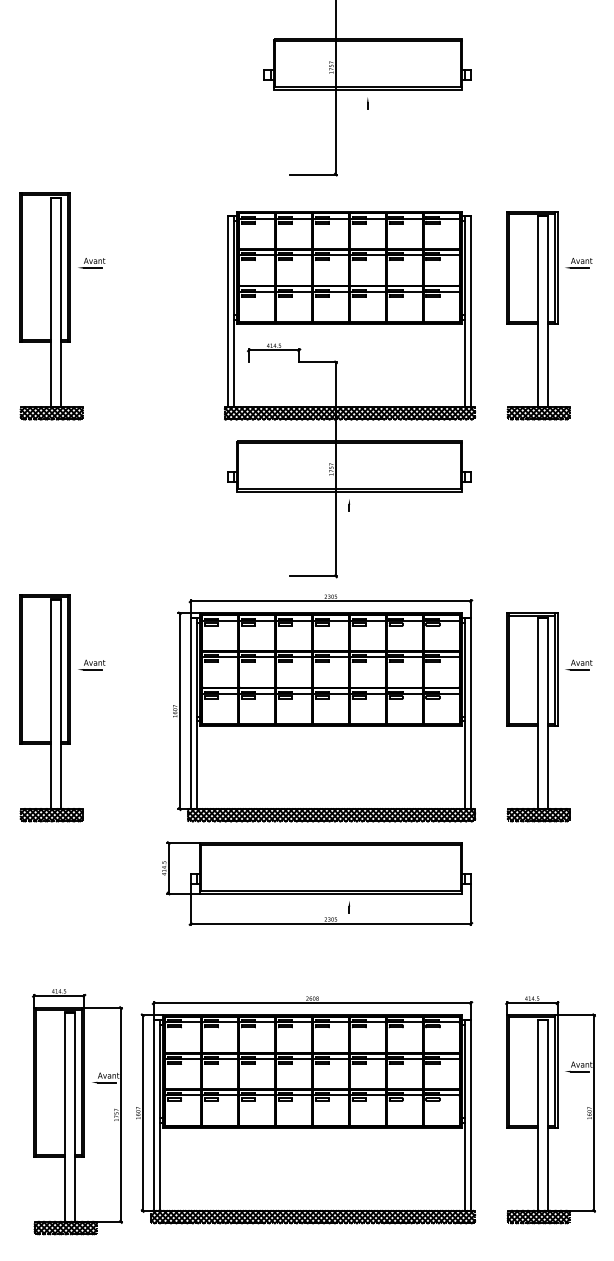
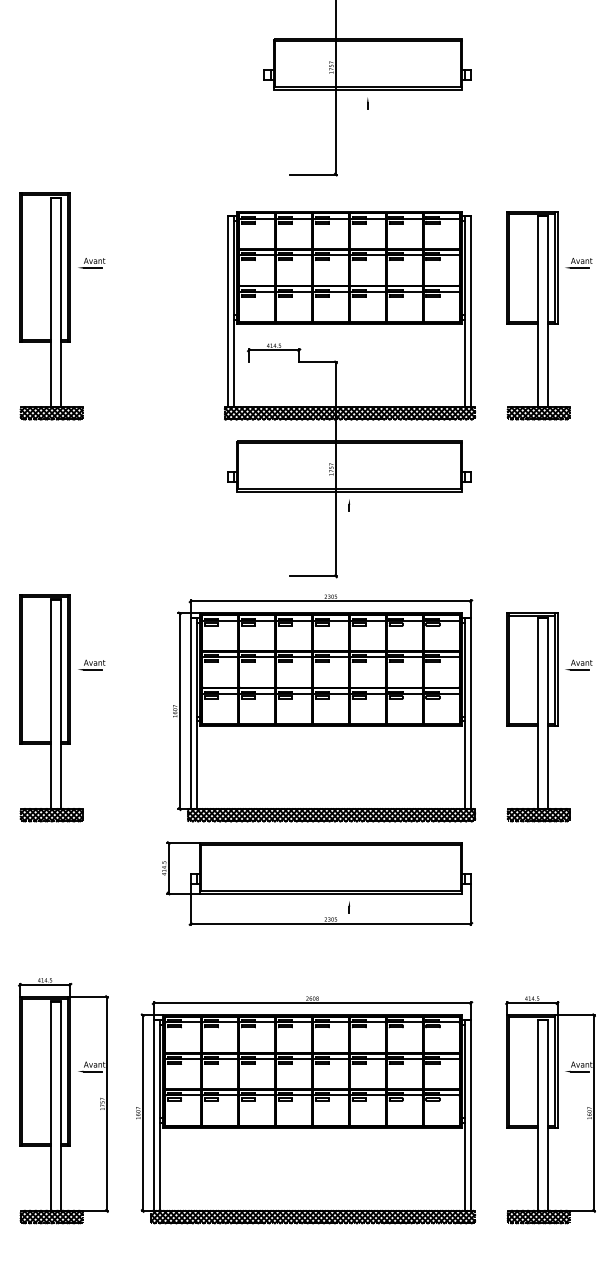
part at (77, 1112) position: (77, 1112) -> (63, 1101)
